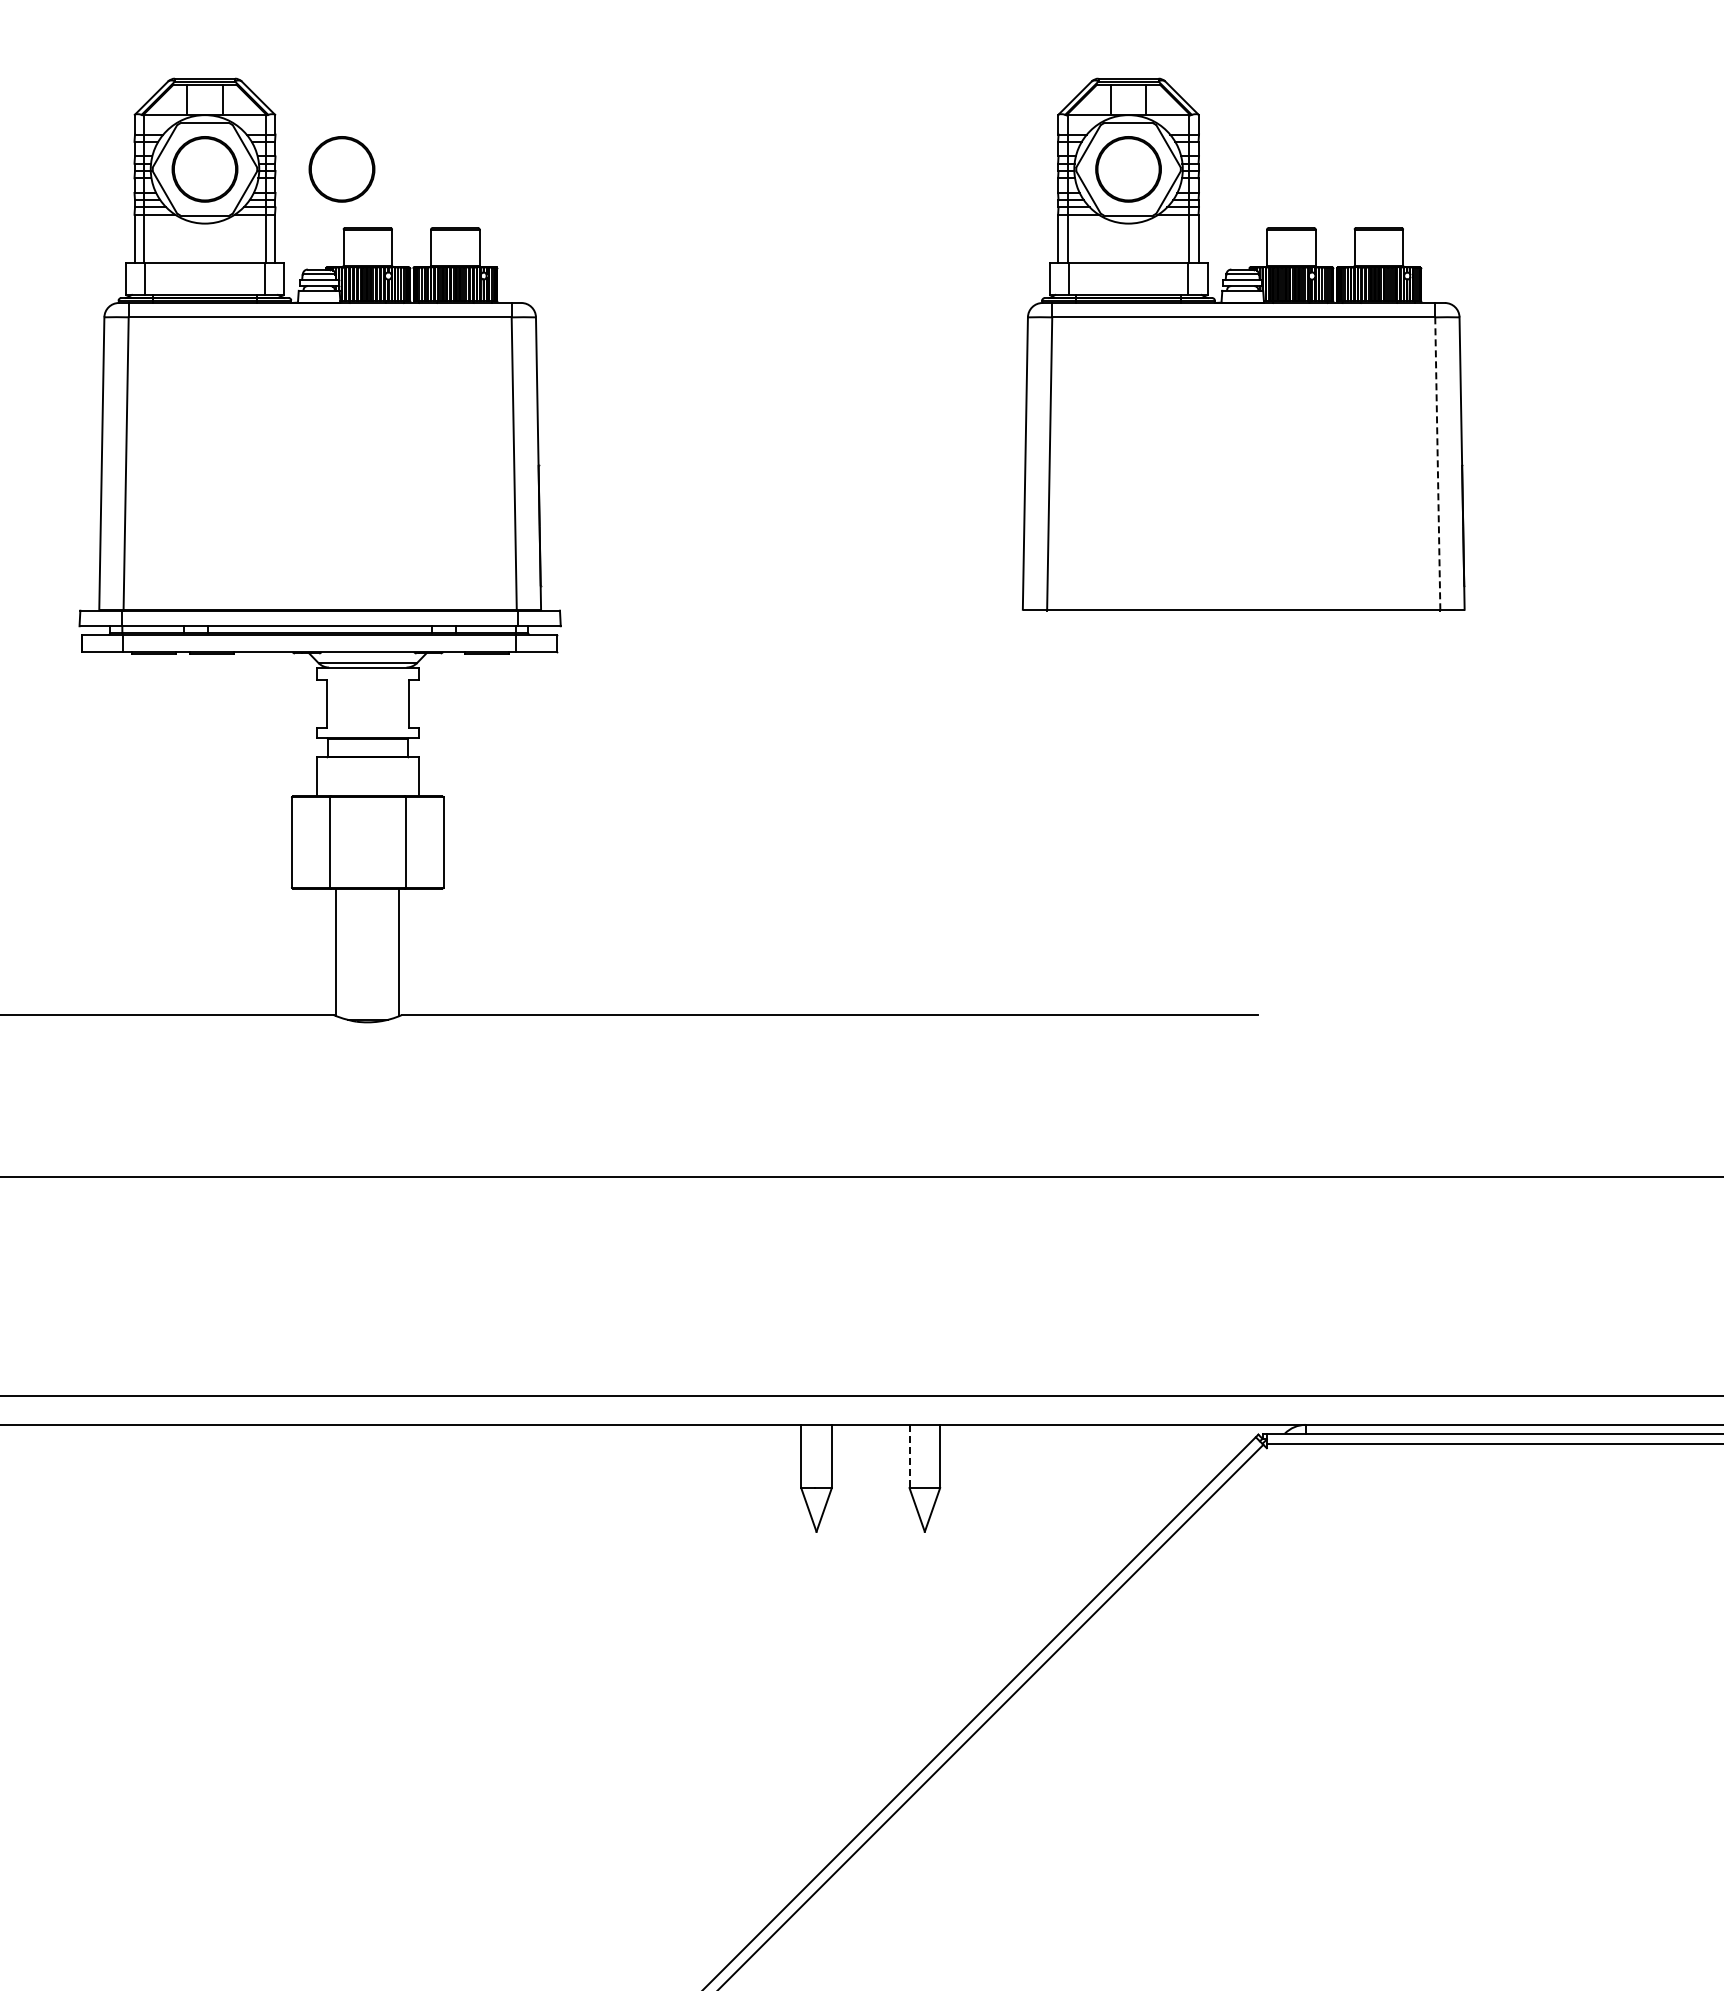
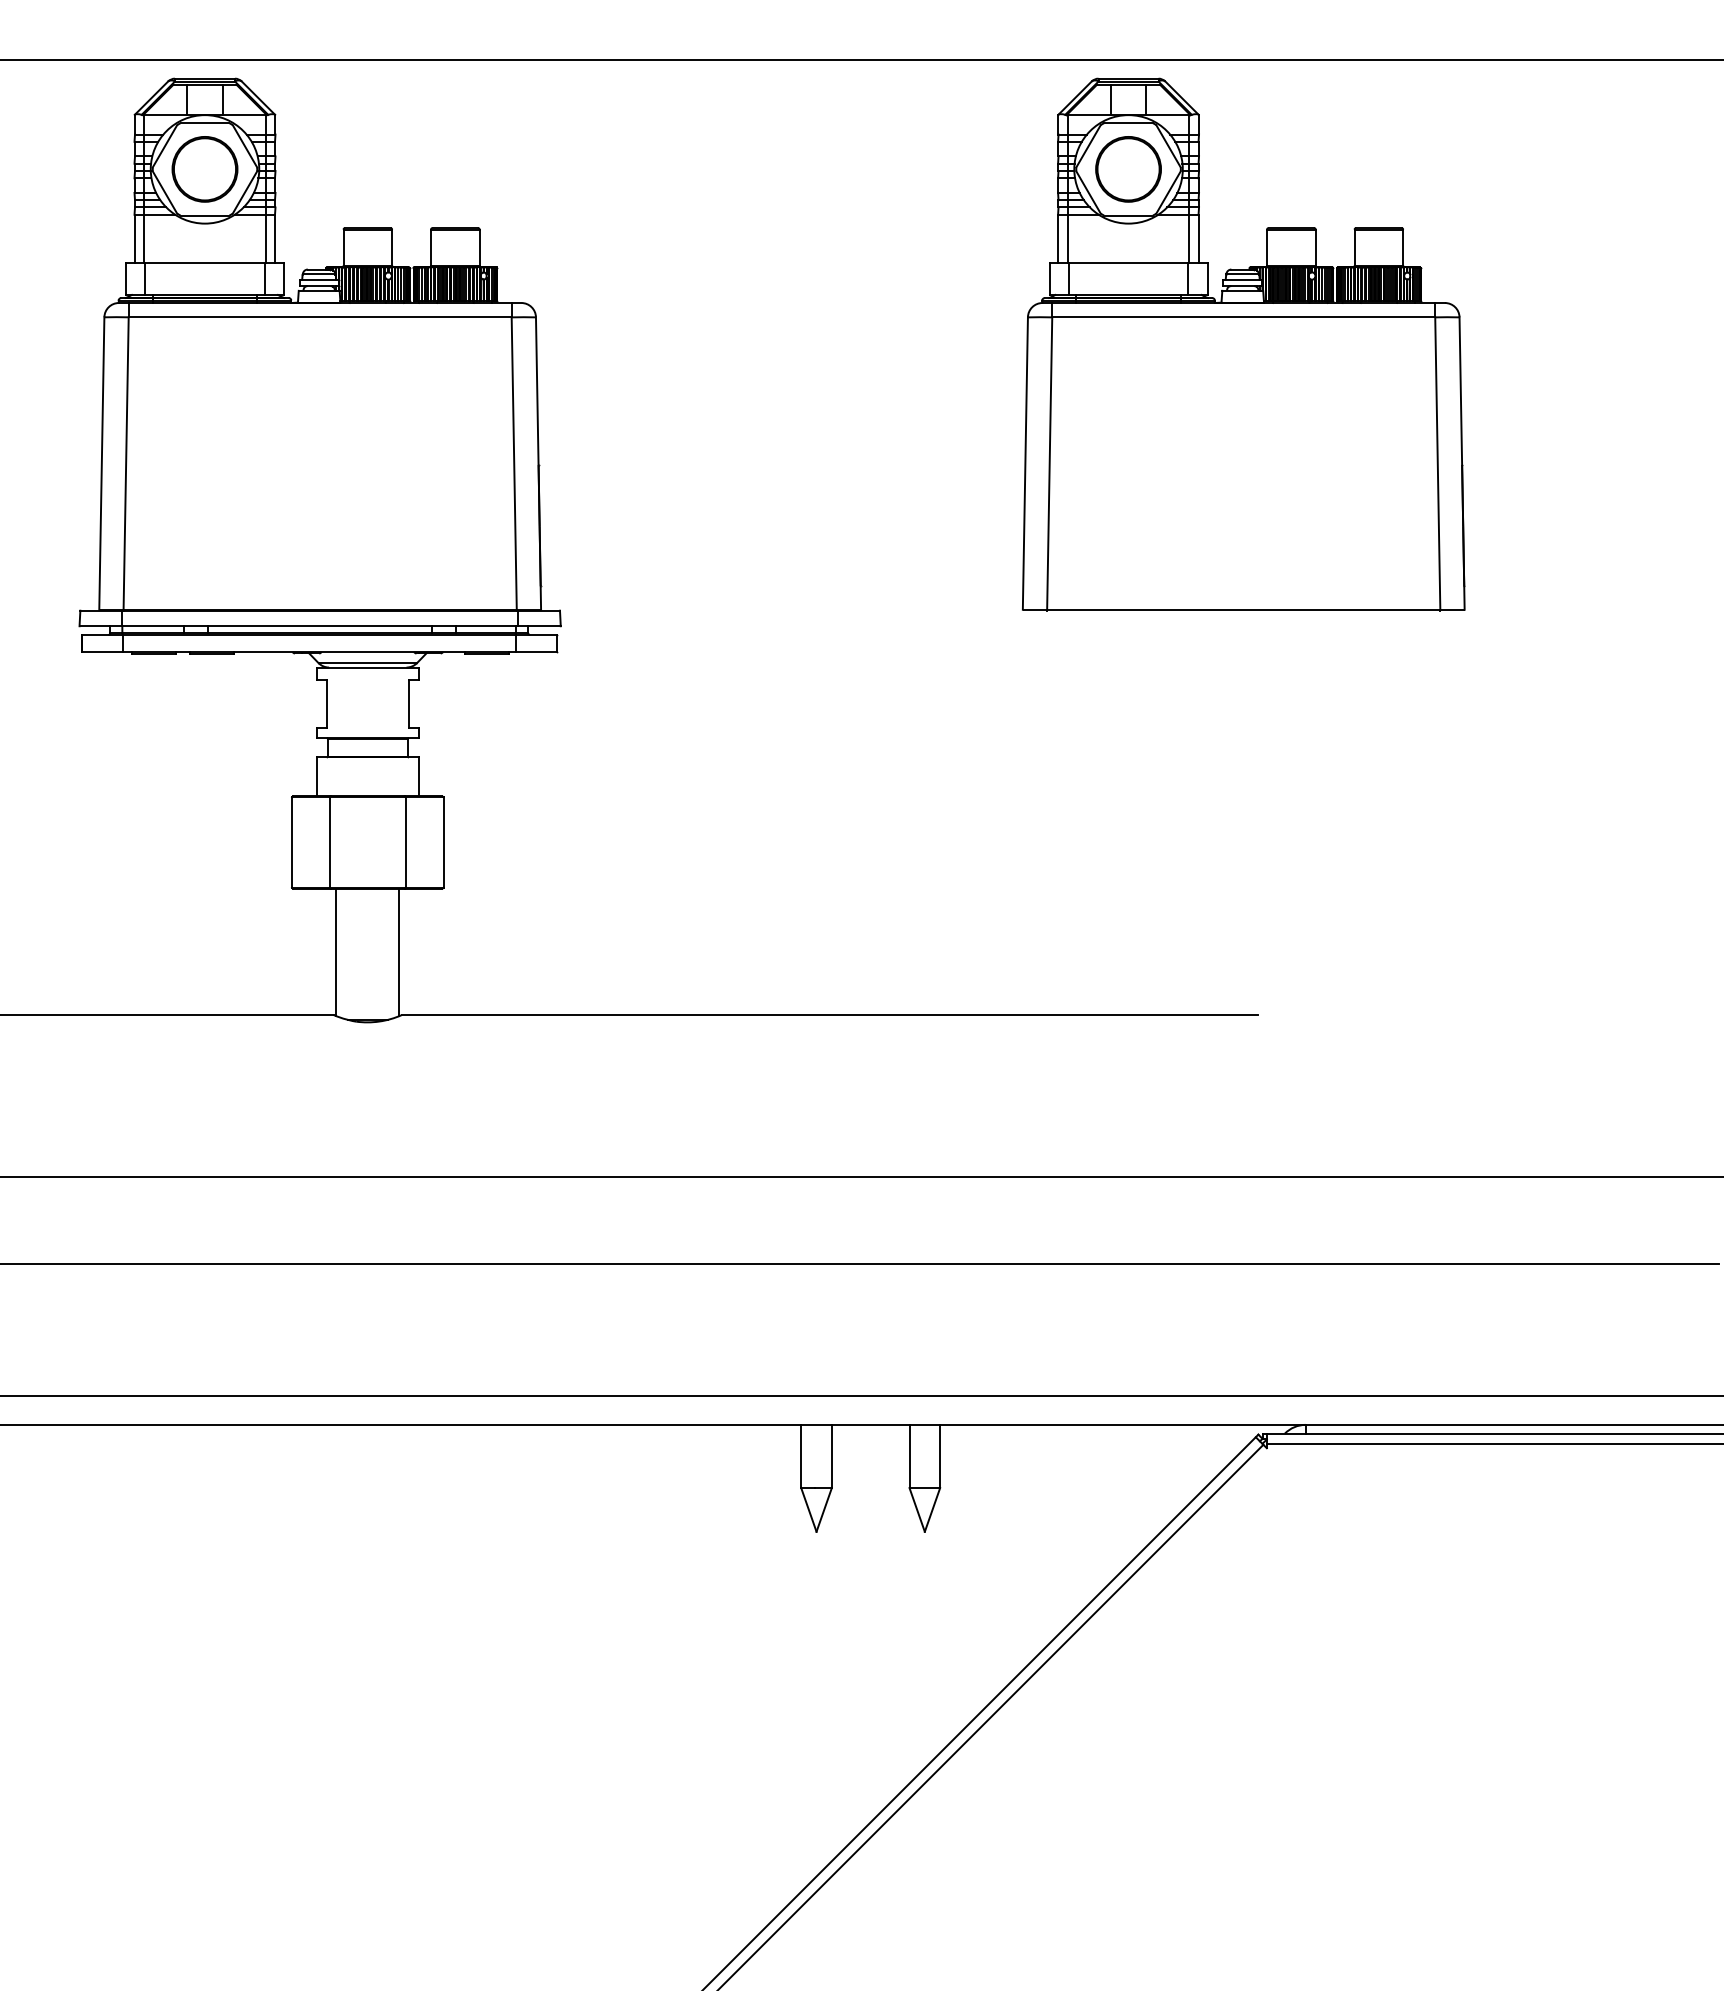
line at (861, 59): none -> present
part at (341, 169): present -> none
line at (1437, 464): dashed -> solid
line at (860, 1264): none -> present
line at (909, 1456): dashed -> solid
